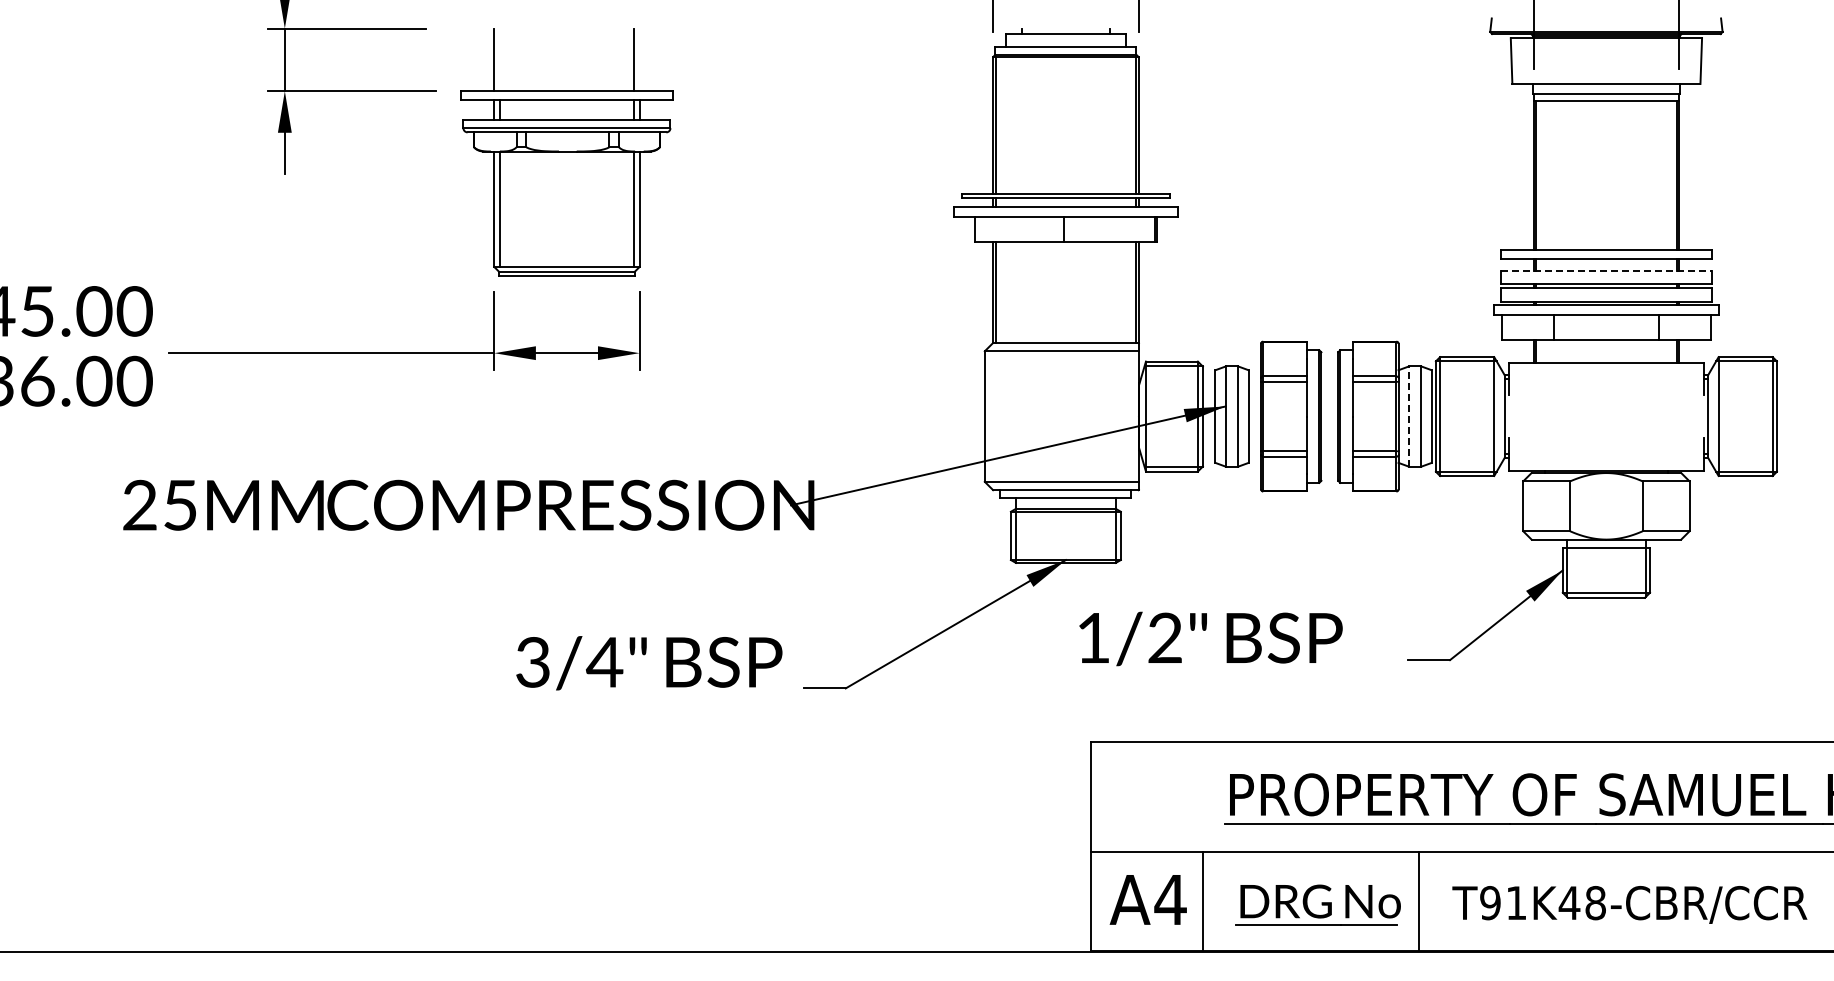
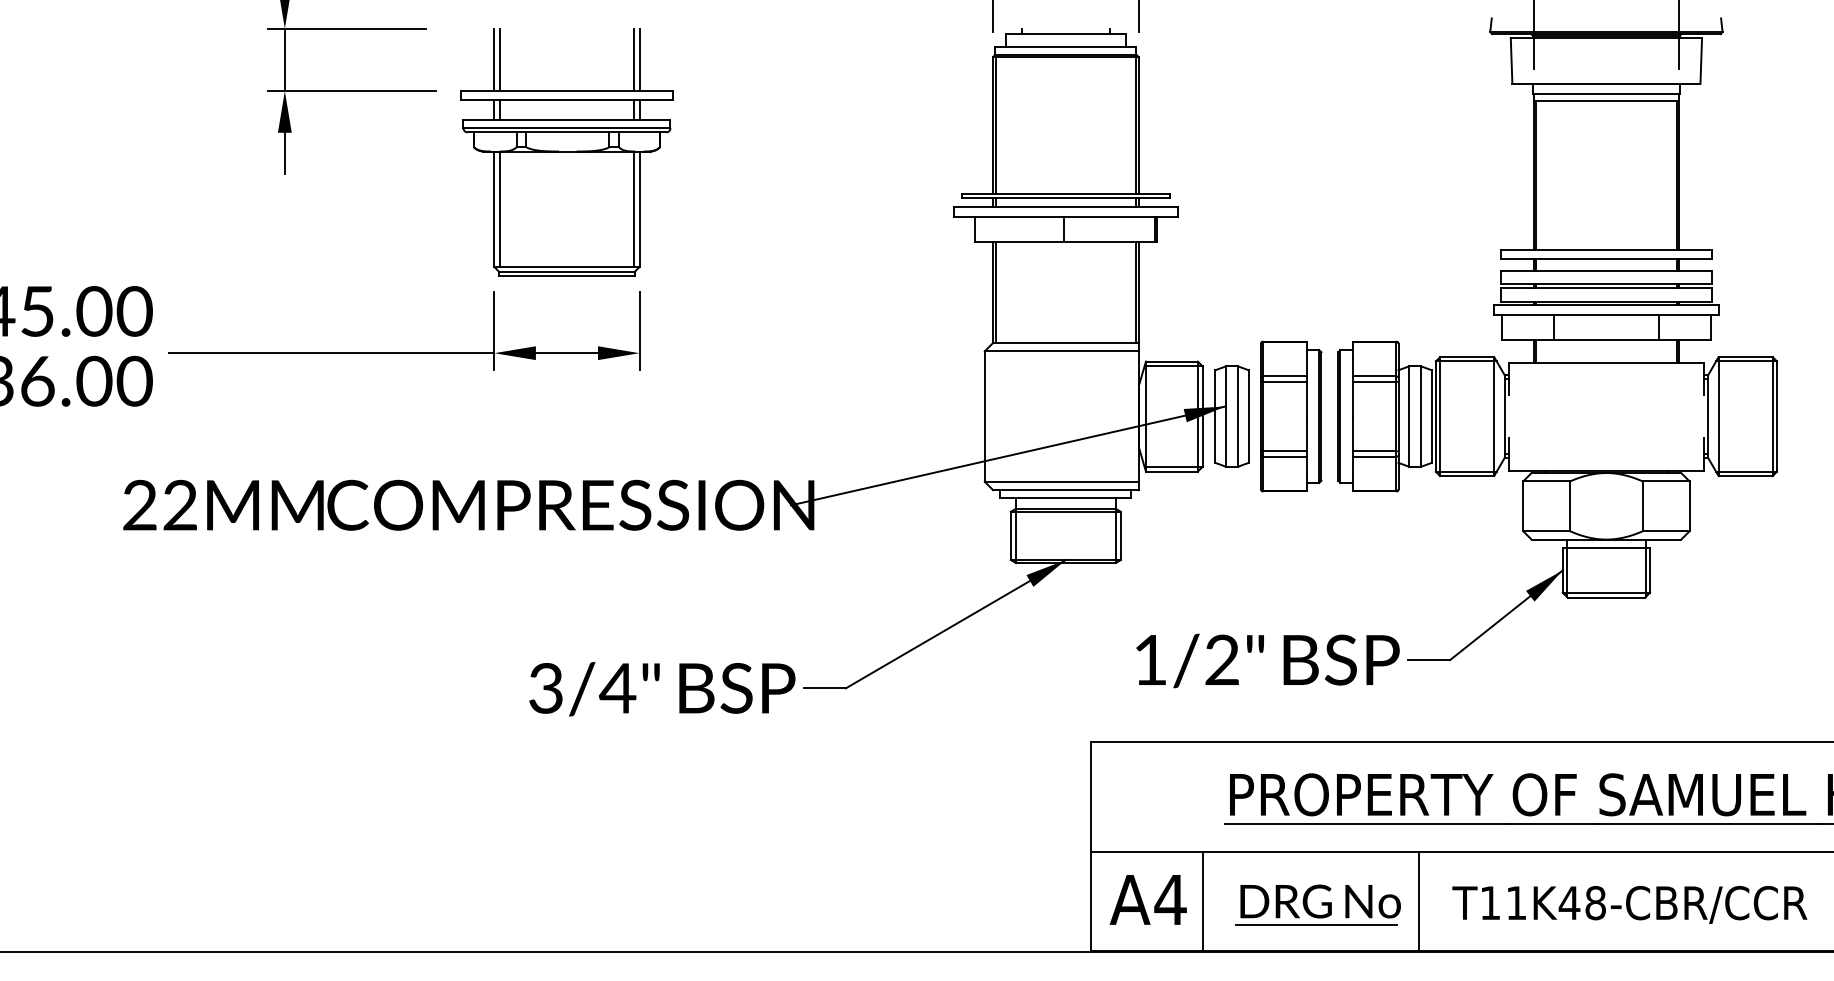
line at (499, 60): none -> present
line at (639, 60): none -> present
line at (1606, 271): dashed -> solid
line at (1408, 416): dashed -> solid
text at (179, 504): 25MM -> 22MM
text at (1210, 638) position: (1210, 638) -> (1267, 660)
text at (649, 663) position: (649, 663) -> (662, 689)
text at (1490, 903): T91K48-CBR/CCR -> T11K48-CBR/CCR
